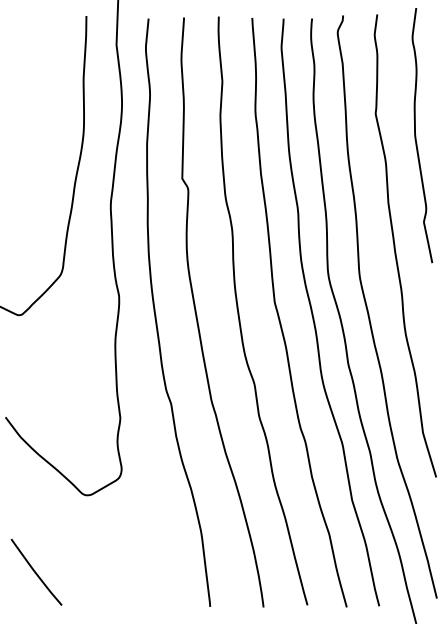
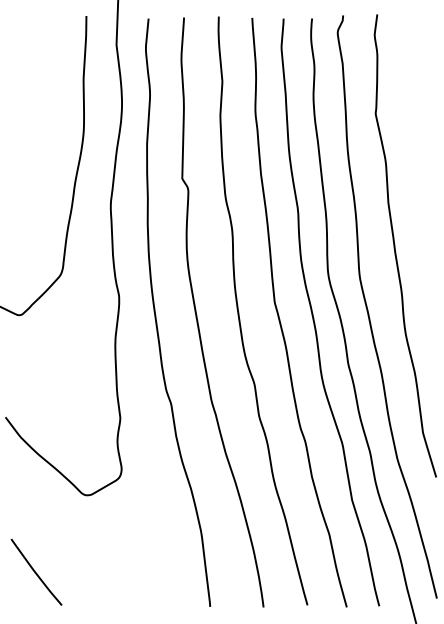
curve at (416, 135): present -> none
